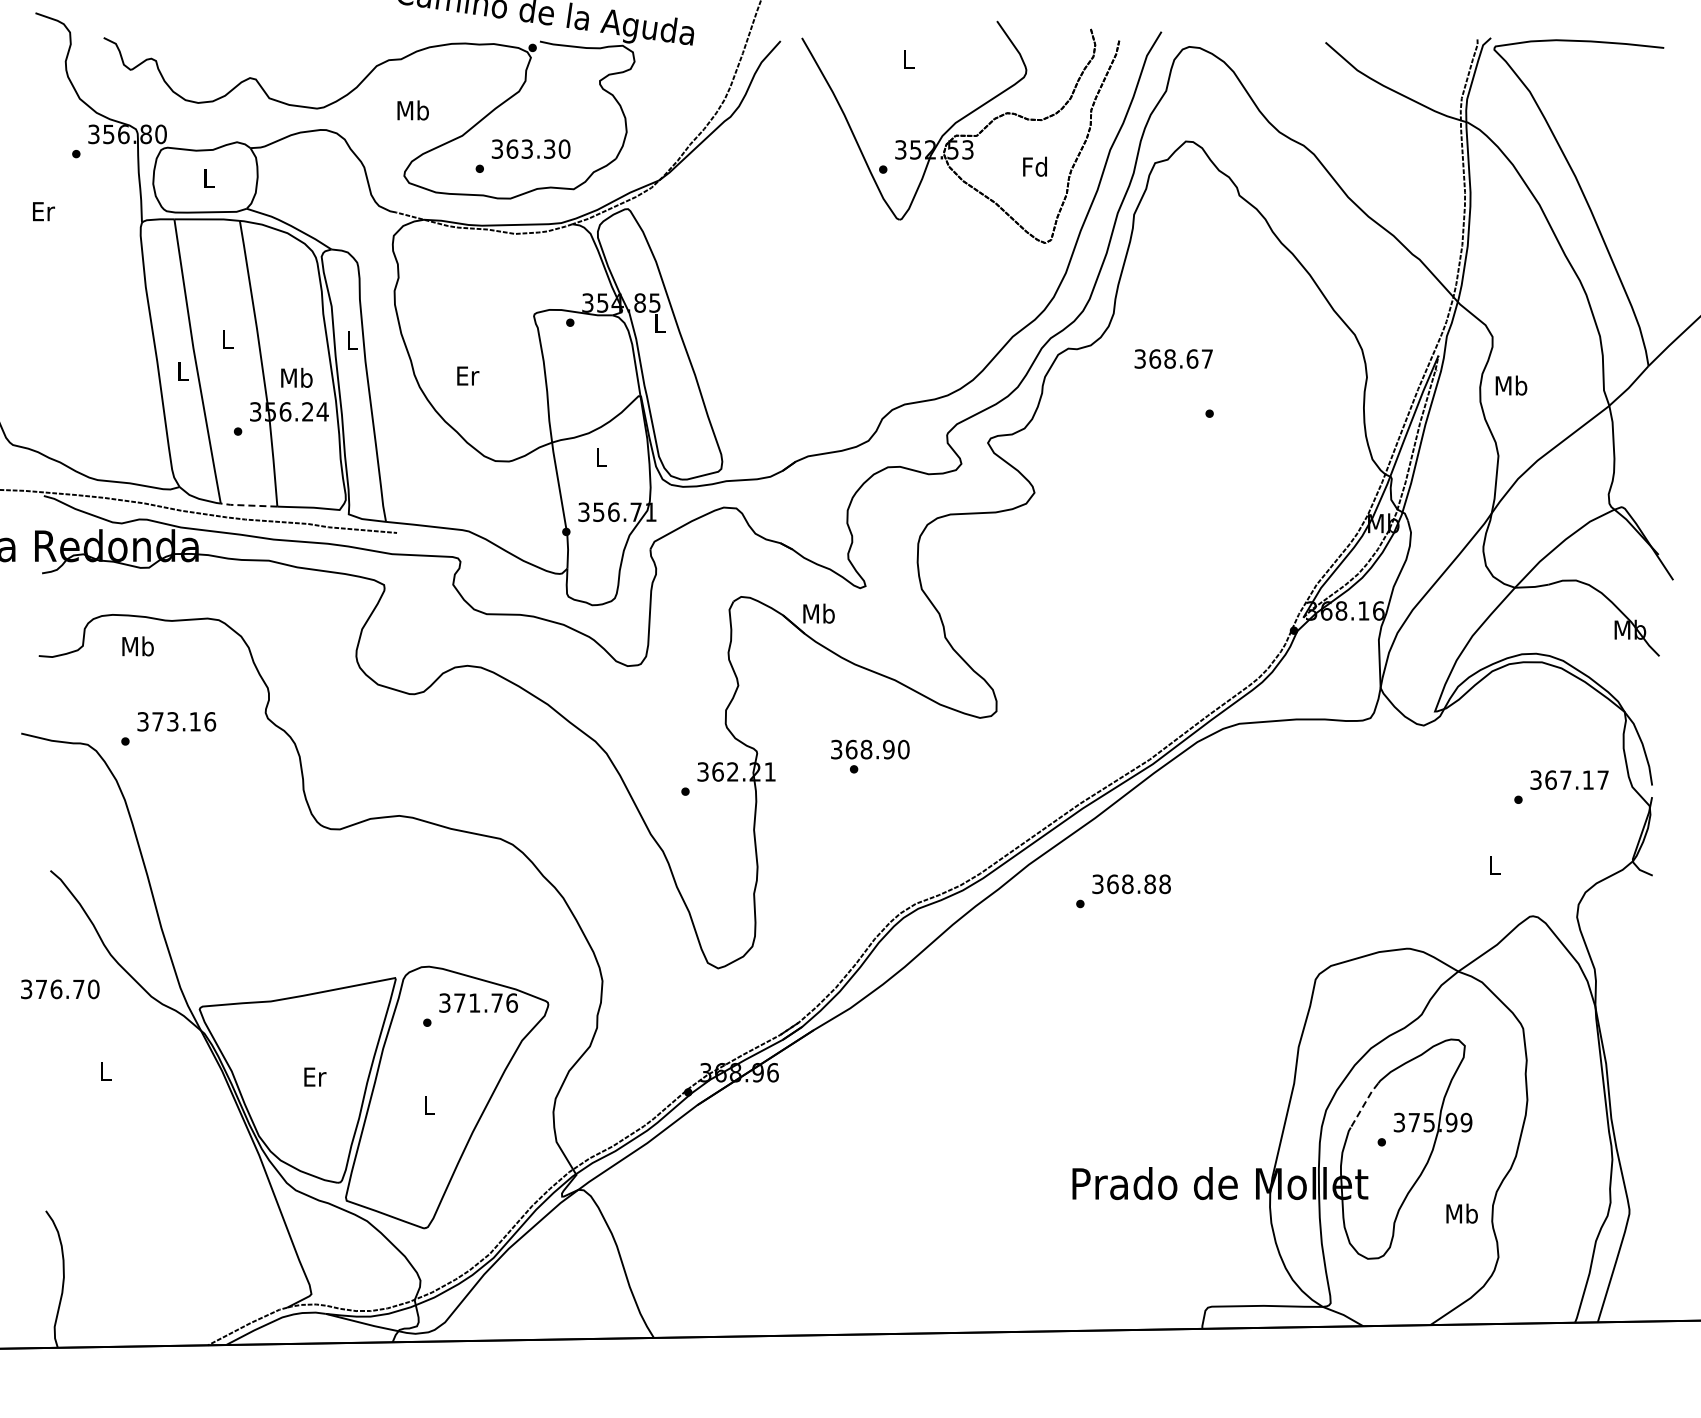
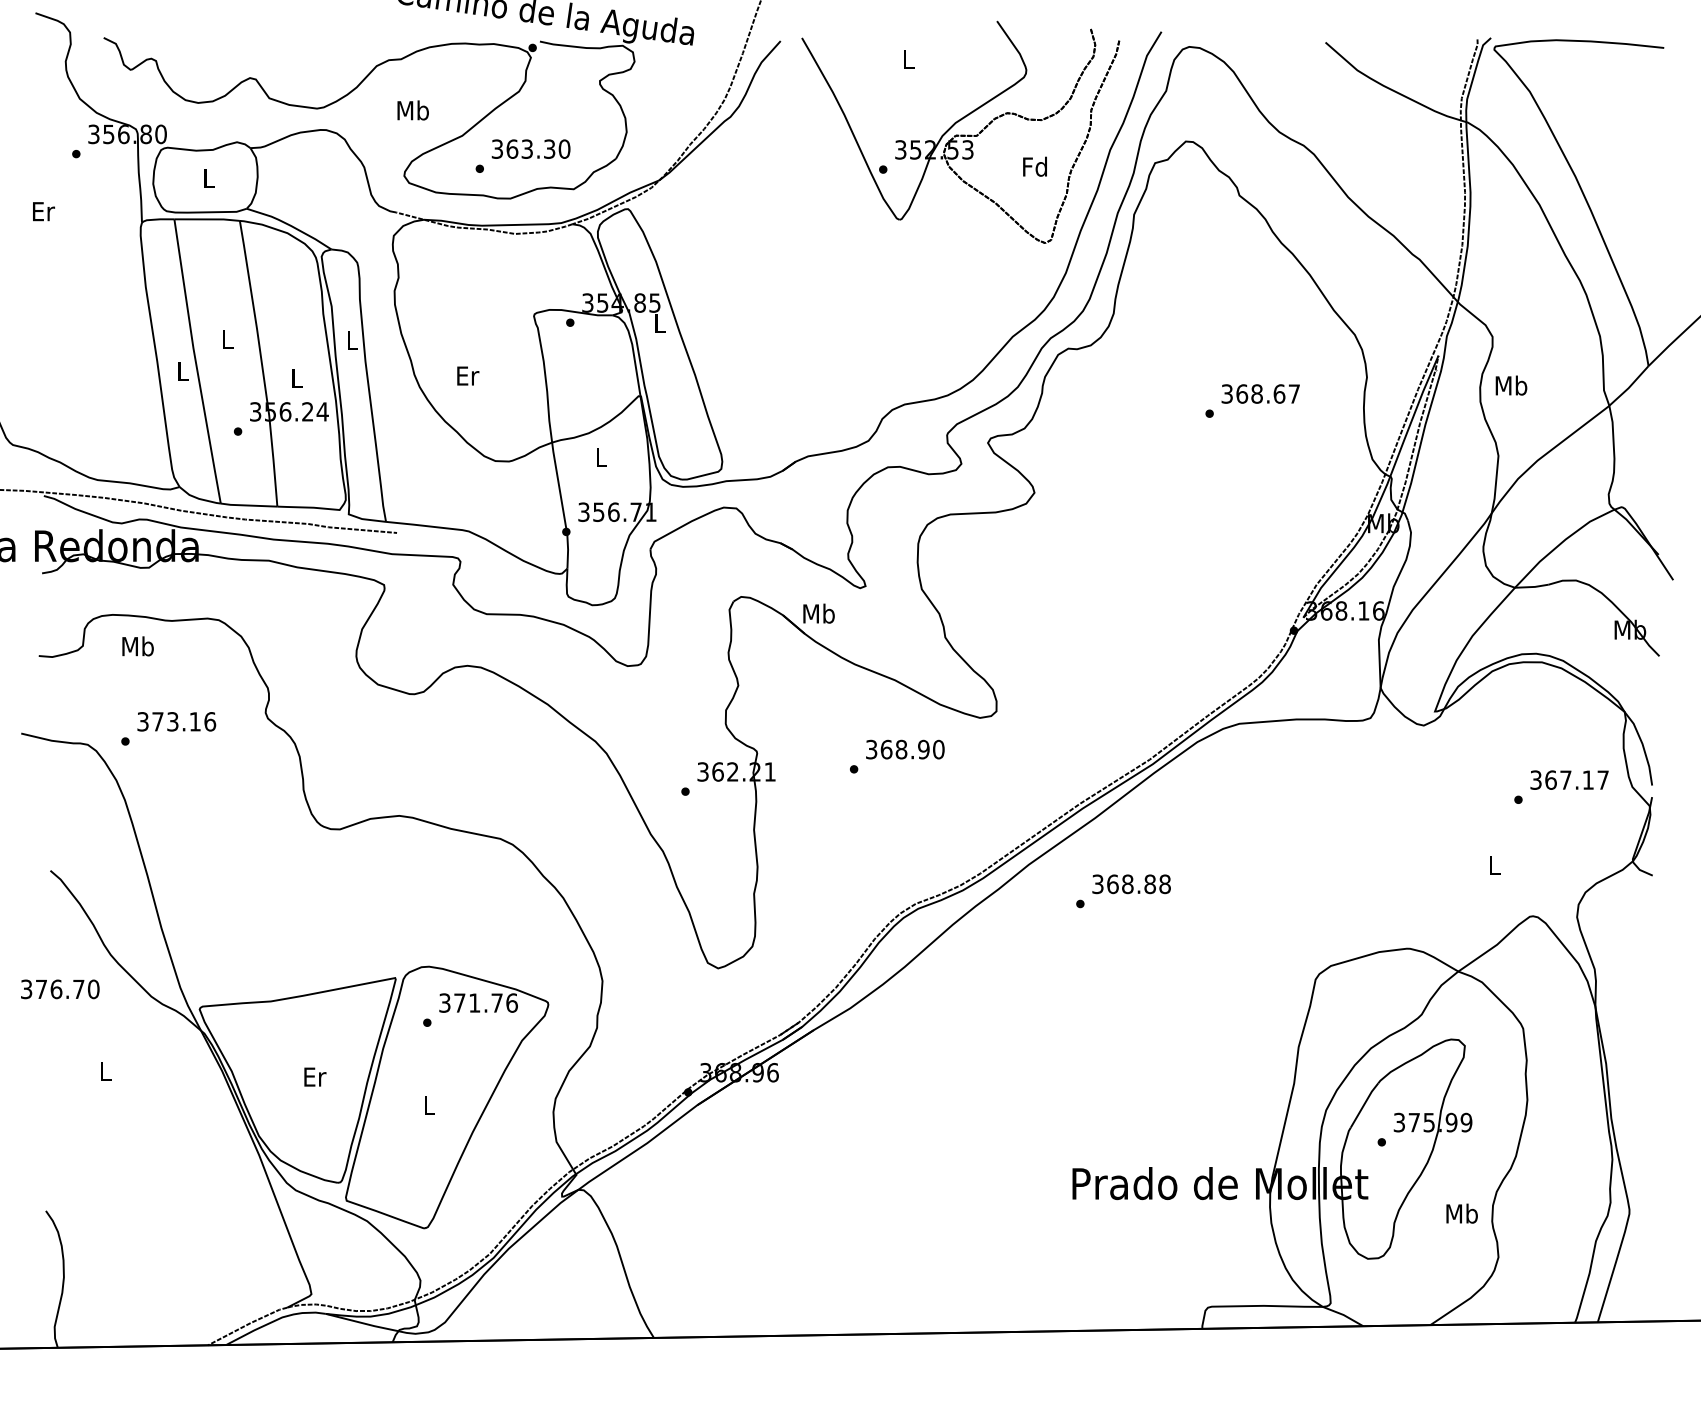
text at (1173, 358) position: (1173, 358) -> (1260, 393)
text at (296, 377): Mb -> L
line at (248, 505): dashed -> solid
text at (870, 749) position: (870, 749) -> (905, 749)
line at (1364, 1104): dashed -> solid
